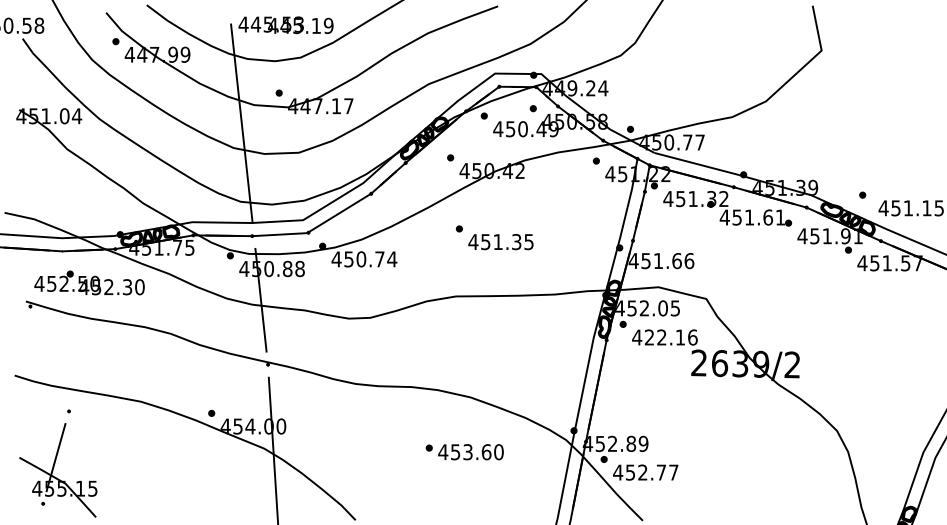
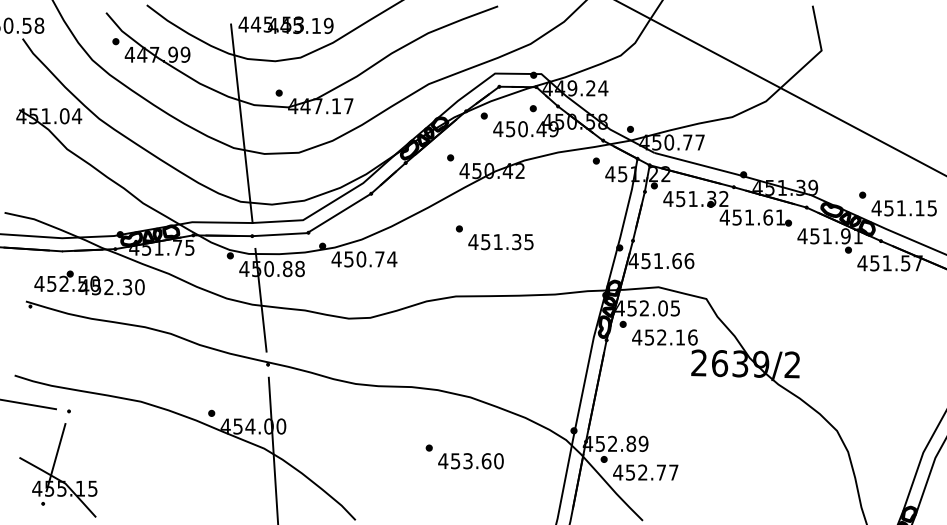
line at (780, 88): none -> present
text at (910, 208) position: (910, 208) -> (903, 208)
text at (649, 337): 422.16 -> 452.16
line at (29, 404): none -> present
text at (470, 452) position: (470, 452) -> (470, 461)
